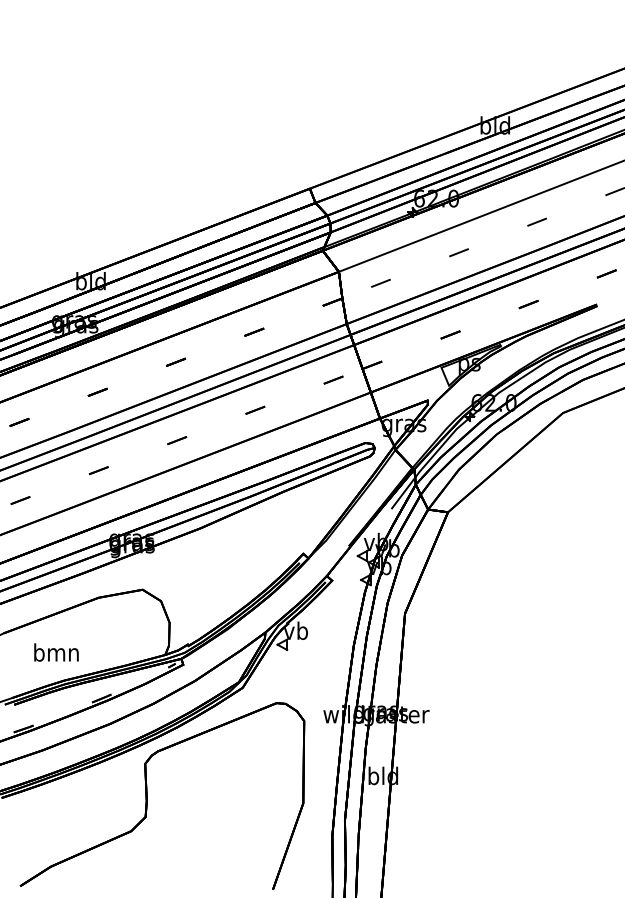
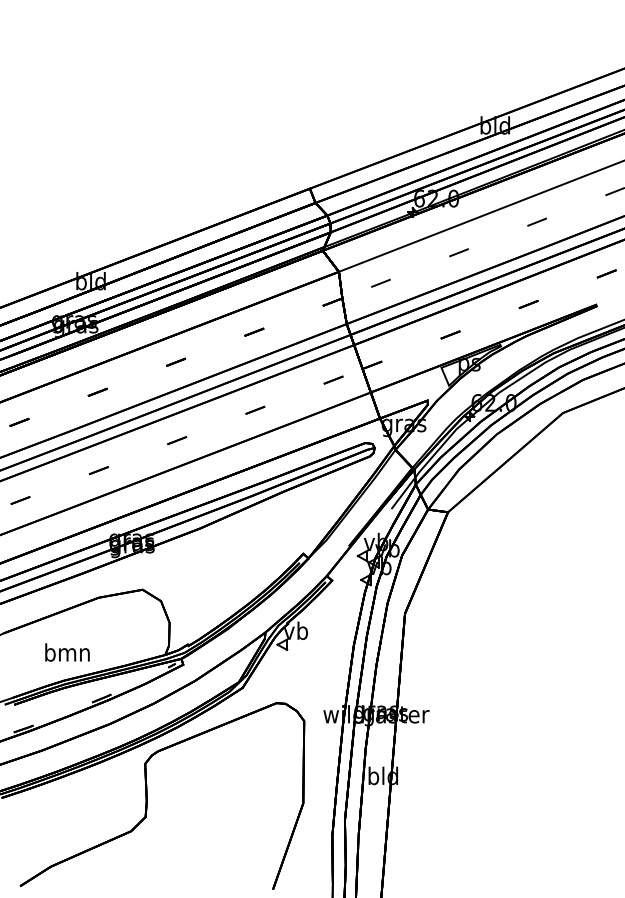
text at (56, 652) position: (56, 652) -> (67, 652)
